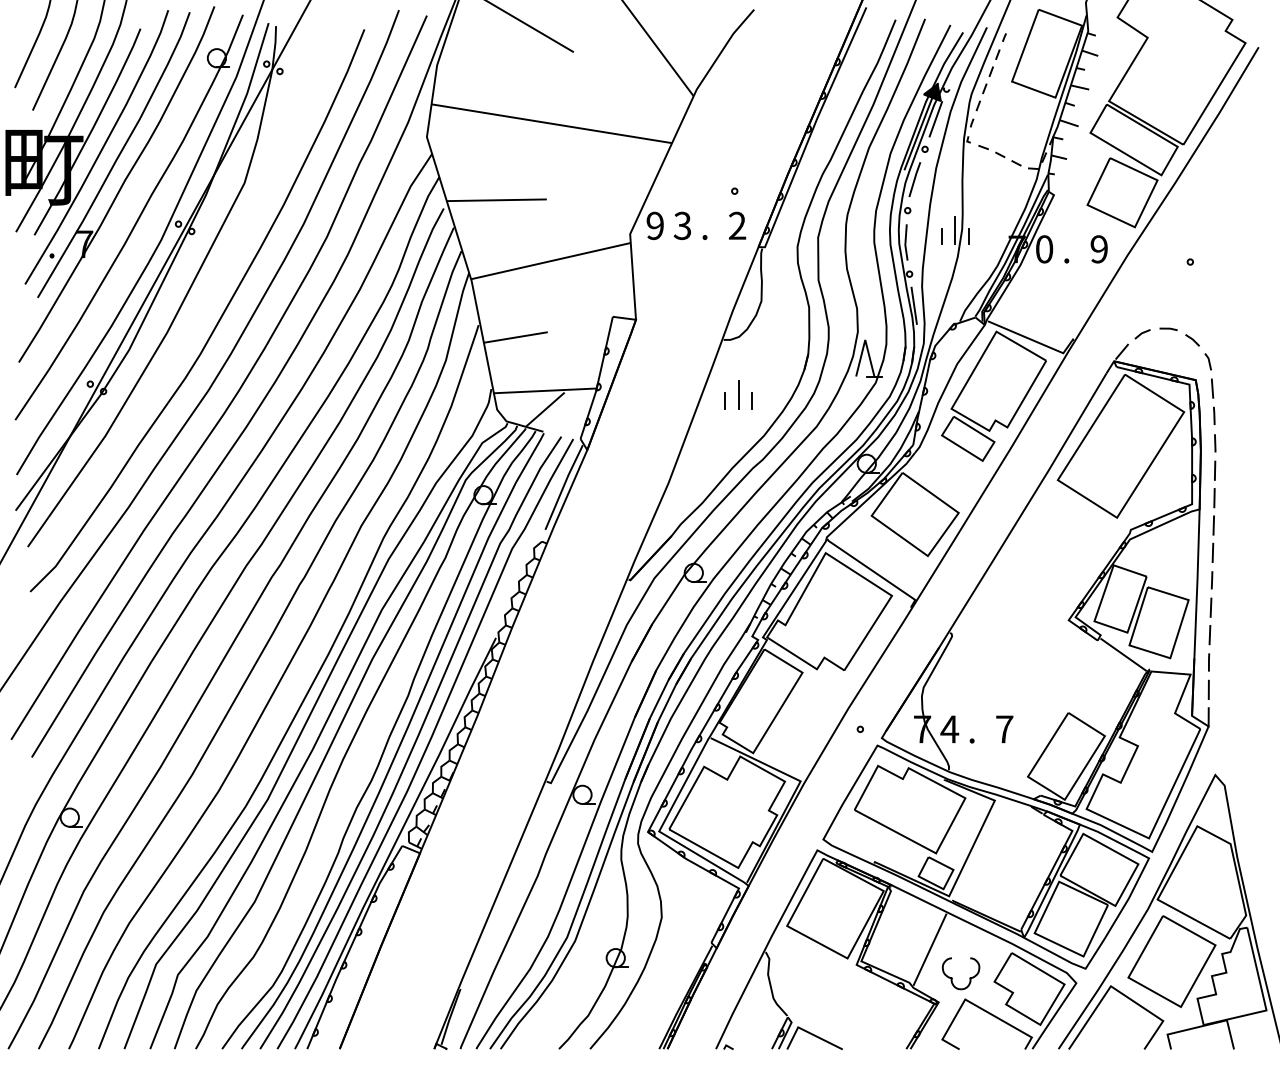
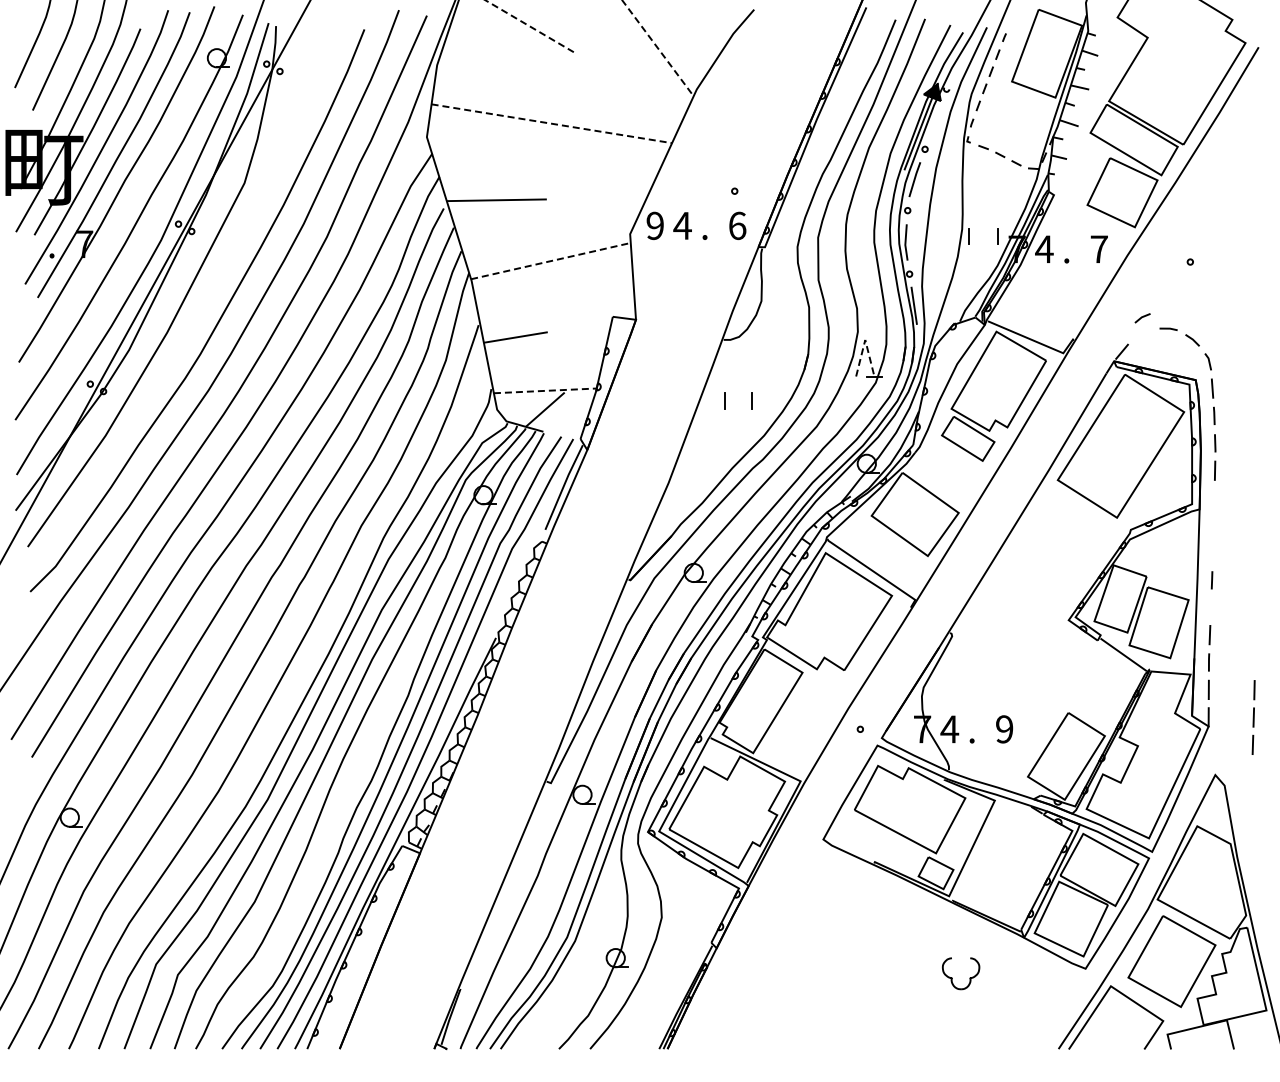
line at (529, 26): solid -> dashed
line at (657, 48): solid -> dashed
line at (935, 119): present -> none
line at (551, 123): solid -> dashed
text at (682, 225): 3 -> 4
text at (737, 225): 2 -> 6
line at (955, 230): present -> none
line at (941, 236) position: (941, 236) -> (997, 236)
text at (1044, 249): 0 -> 4
text at (1098, 249): 9 -> 7
line at (550, 261): solid -> dashed
line at (1142, 334) position: (1142, 334) -> (1142, 318)
line at (865, 339): solid -> dashed
line at (545, 390): solid -> dashed
line at (738, 394): present -> none
line at (1213, 525) position: (1213, 525) -> (1253, 717)
line at (1210, 607): present -> none
text at (1004, 729): 7 -> 9
part at (896, 949): present -> none
